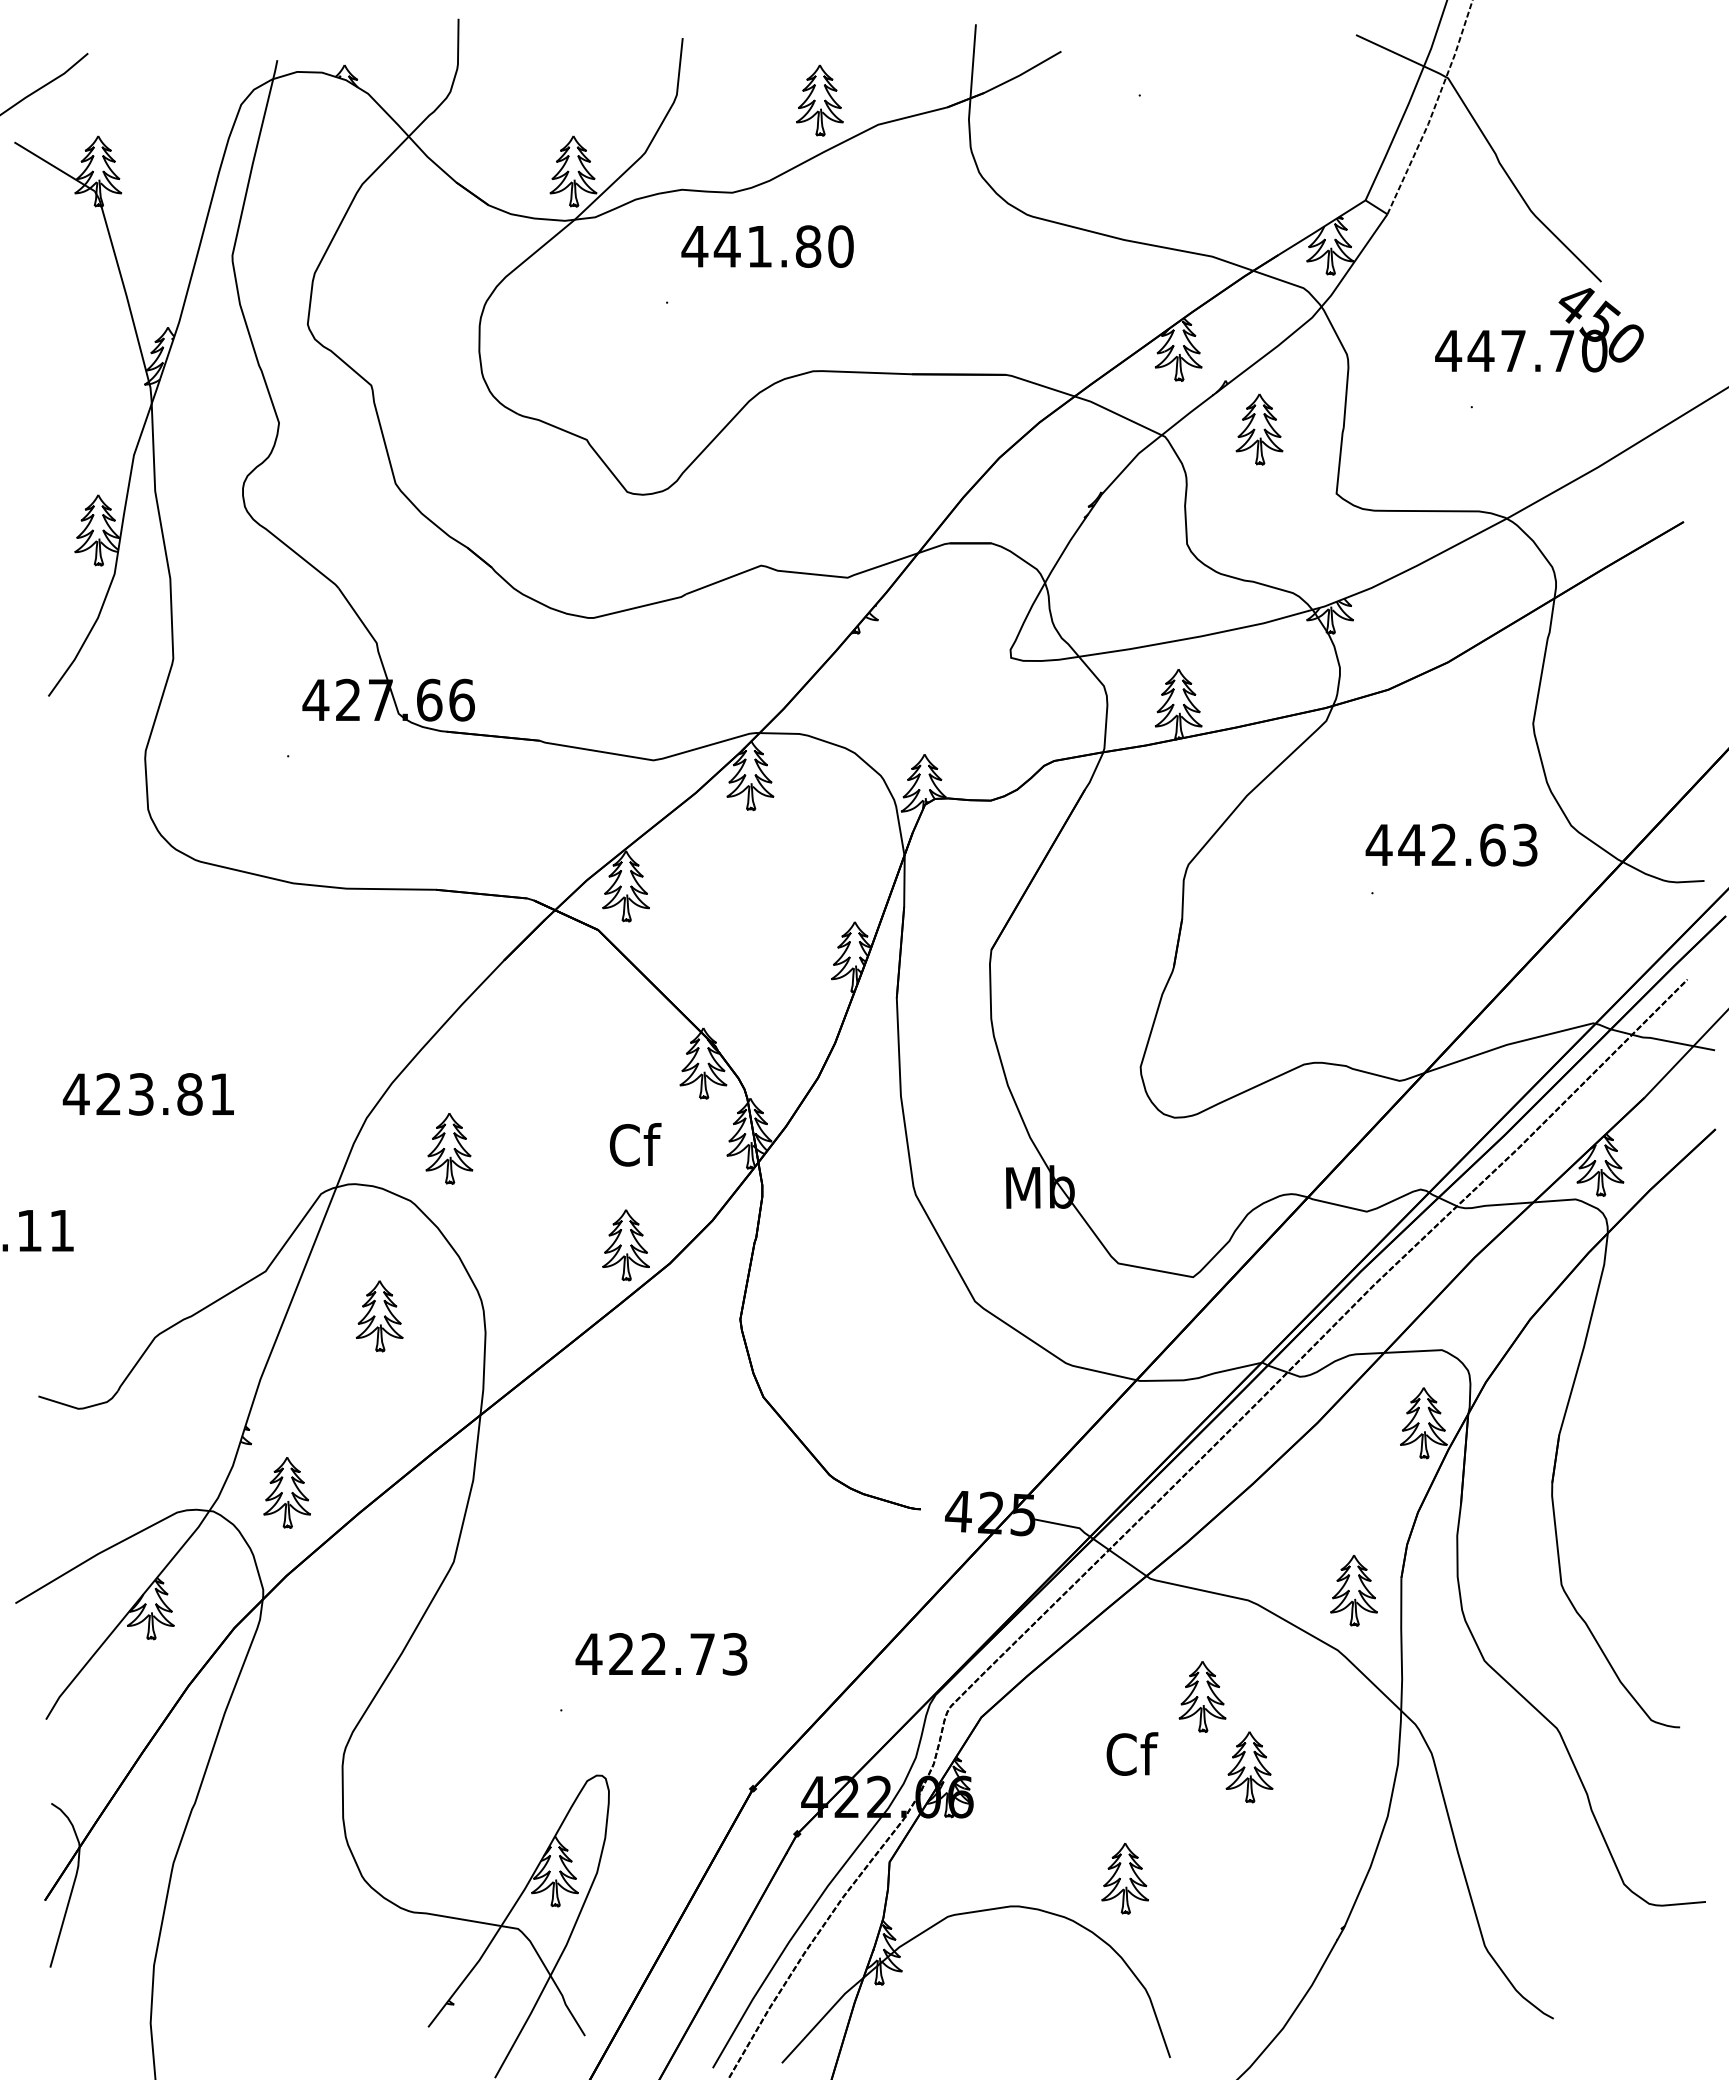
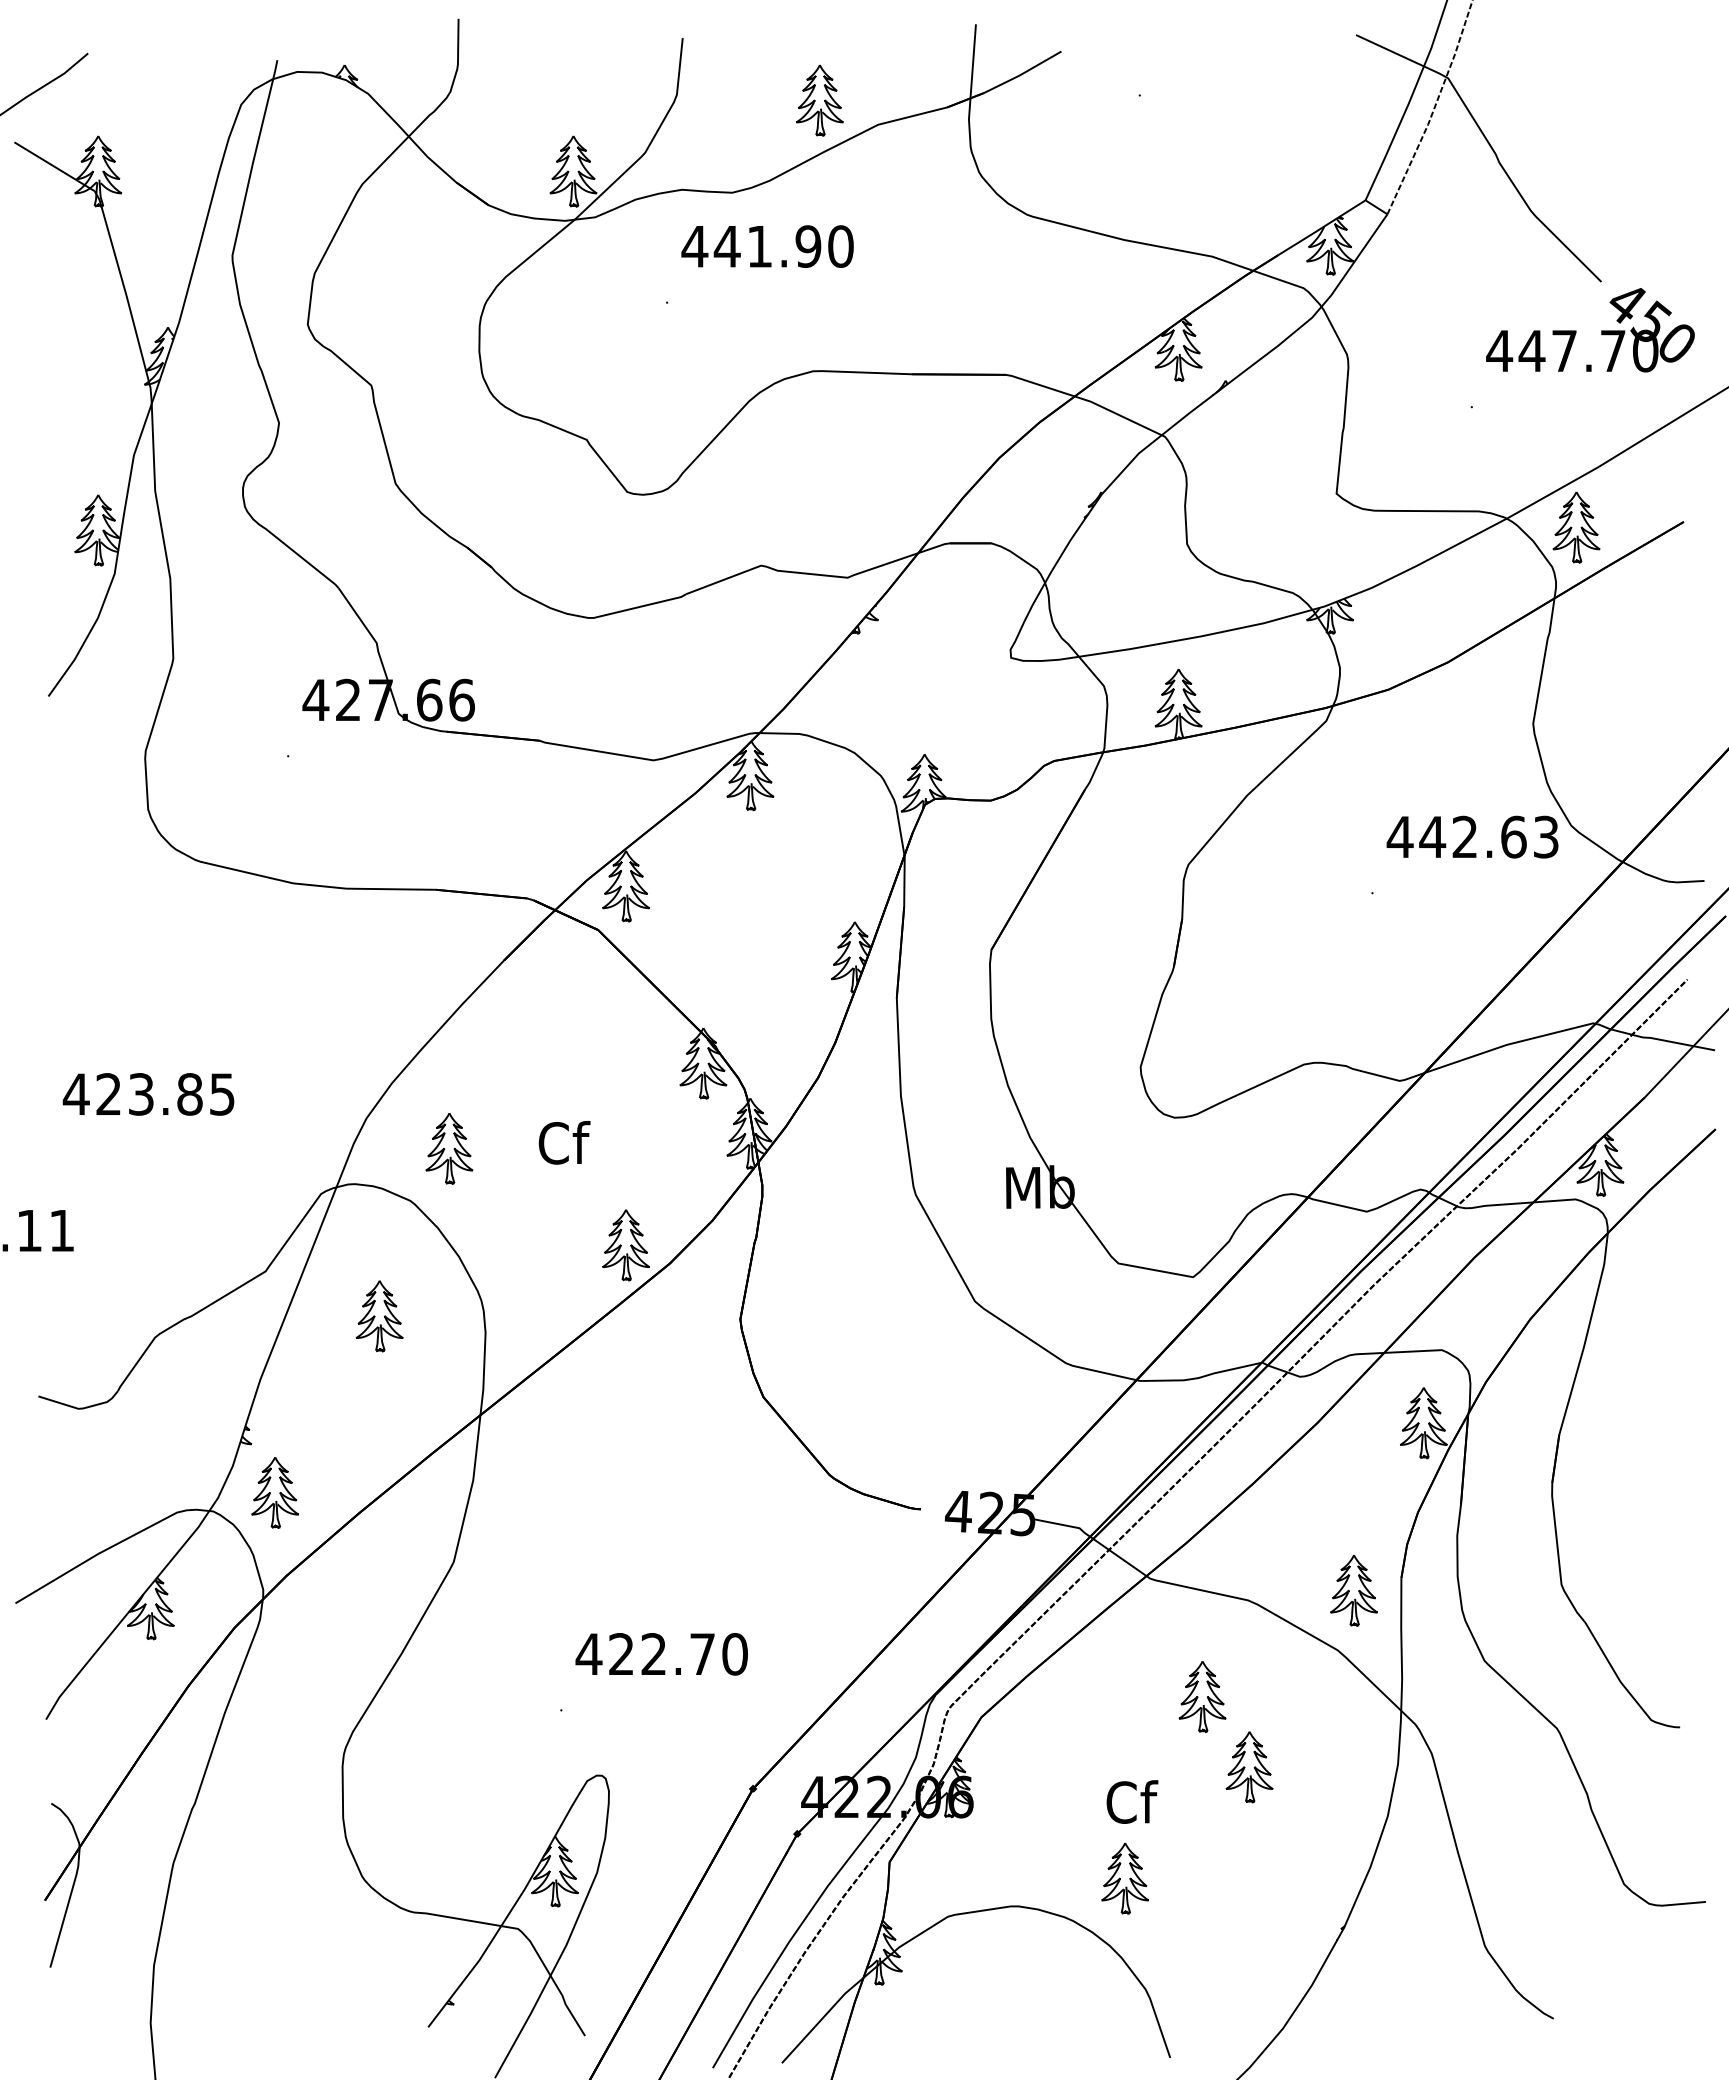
text at (808, 246): 441.80 -> 441.90
text at (1539, 330) position: (1539, 330) -> (1590, 330)
part at (1259, 429) position: (1259, 429) -> (1576, 527)
text at (1451, 844) position: (1451, 844) -> (1472, 836)
text at (222, 1094): 423.81 -> 423.85
text at (635, 1144) position: (635, 1144) -> (564, 1142)
part at (286, 1492) position: (286, 1492) -> (274, 1492)
text at (734, 1654): 422.73 -> 422.70
text at (1132, 1753) position: (1132, 1753) -> (1132, 1801)
